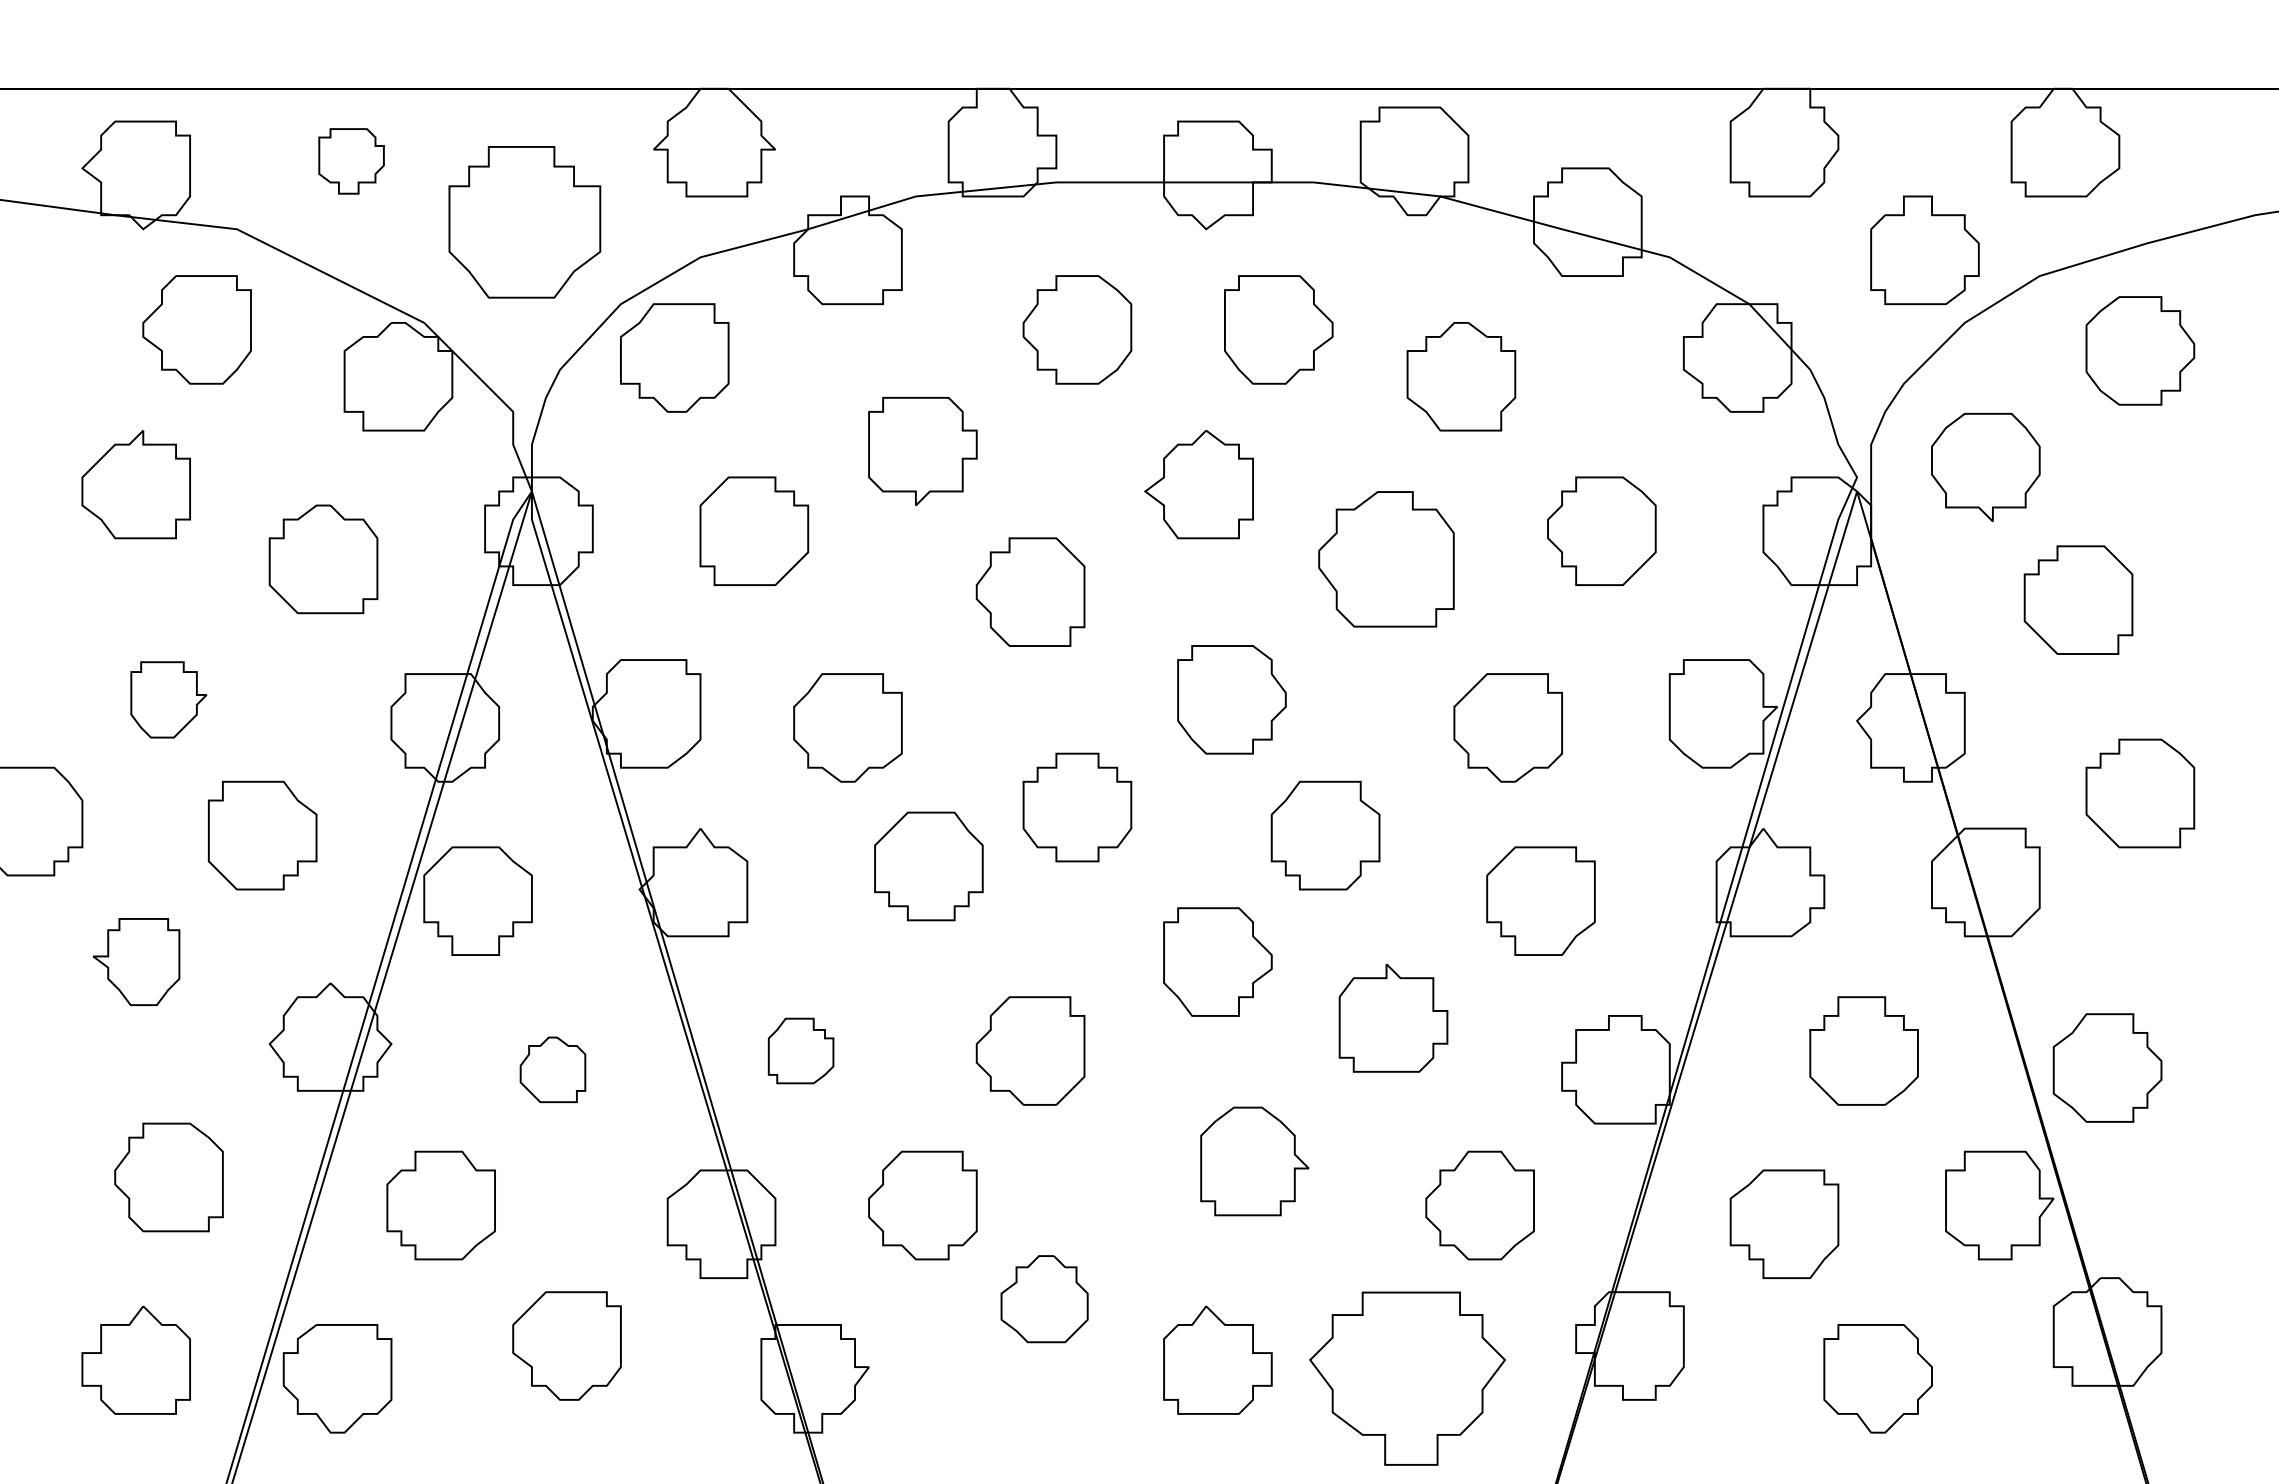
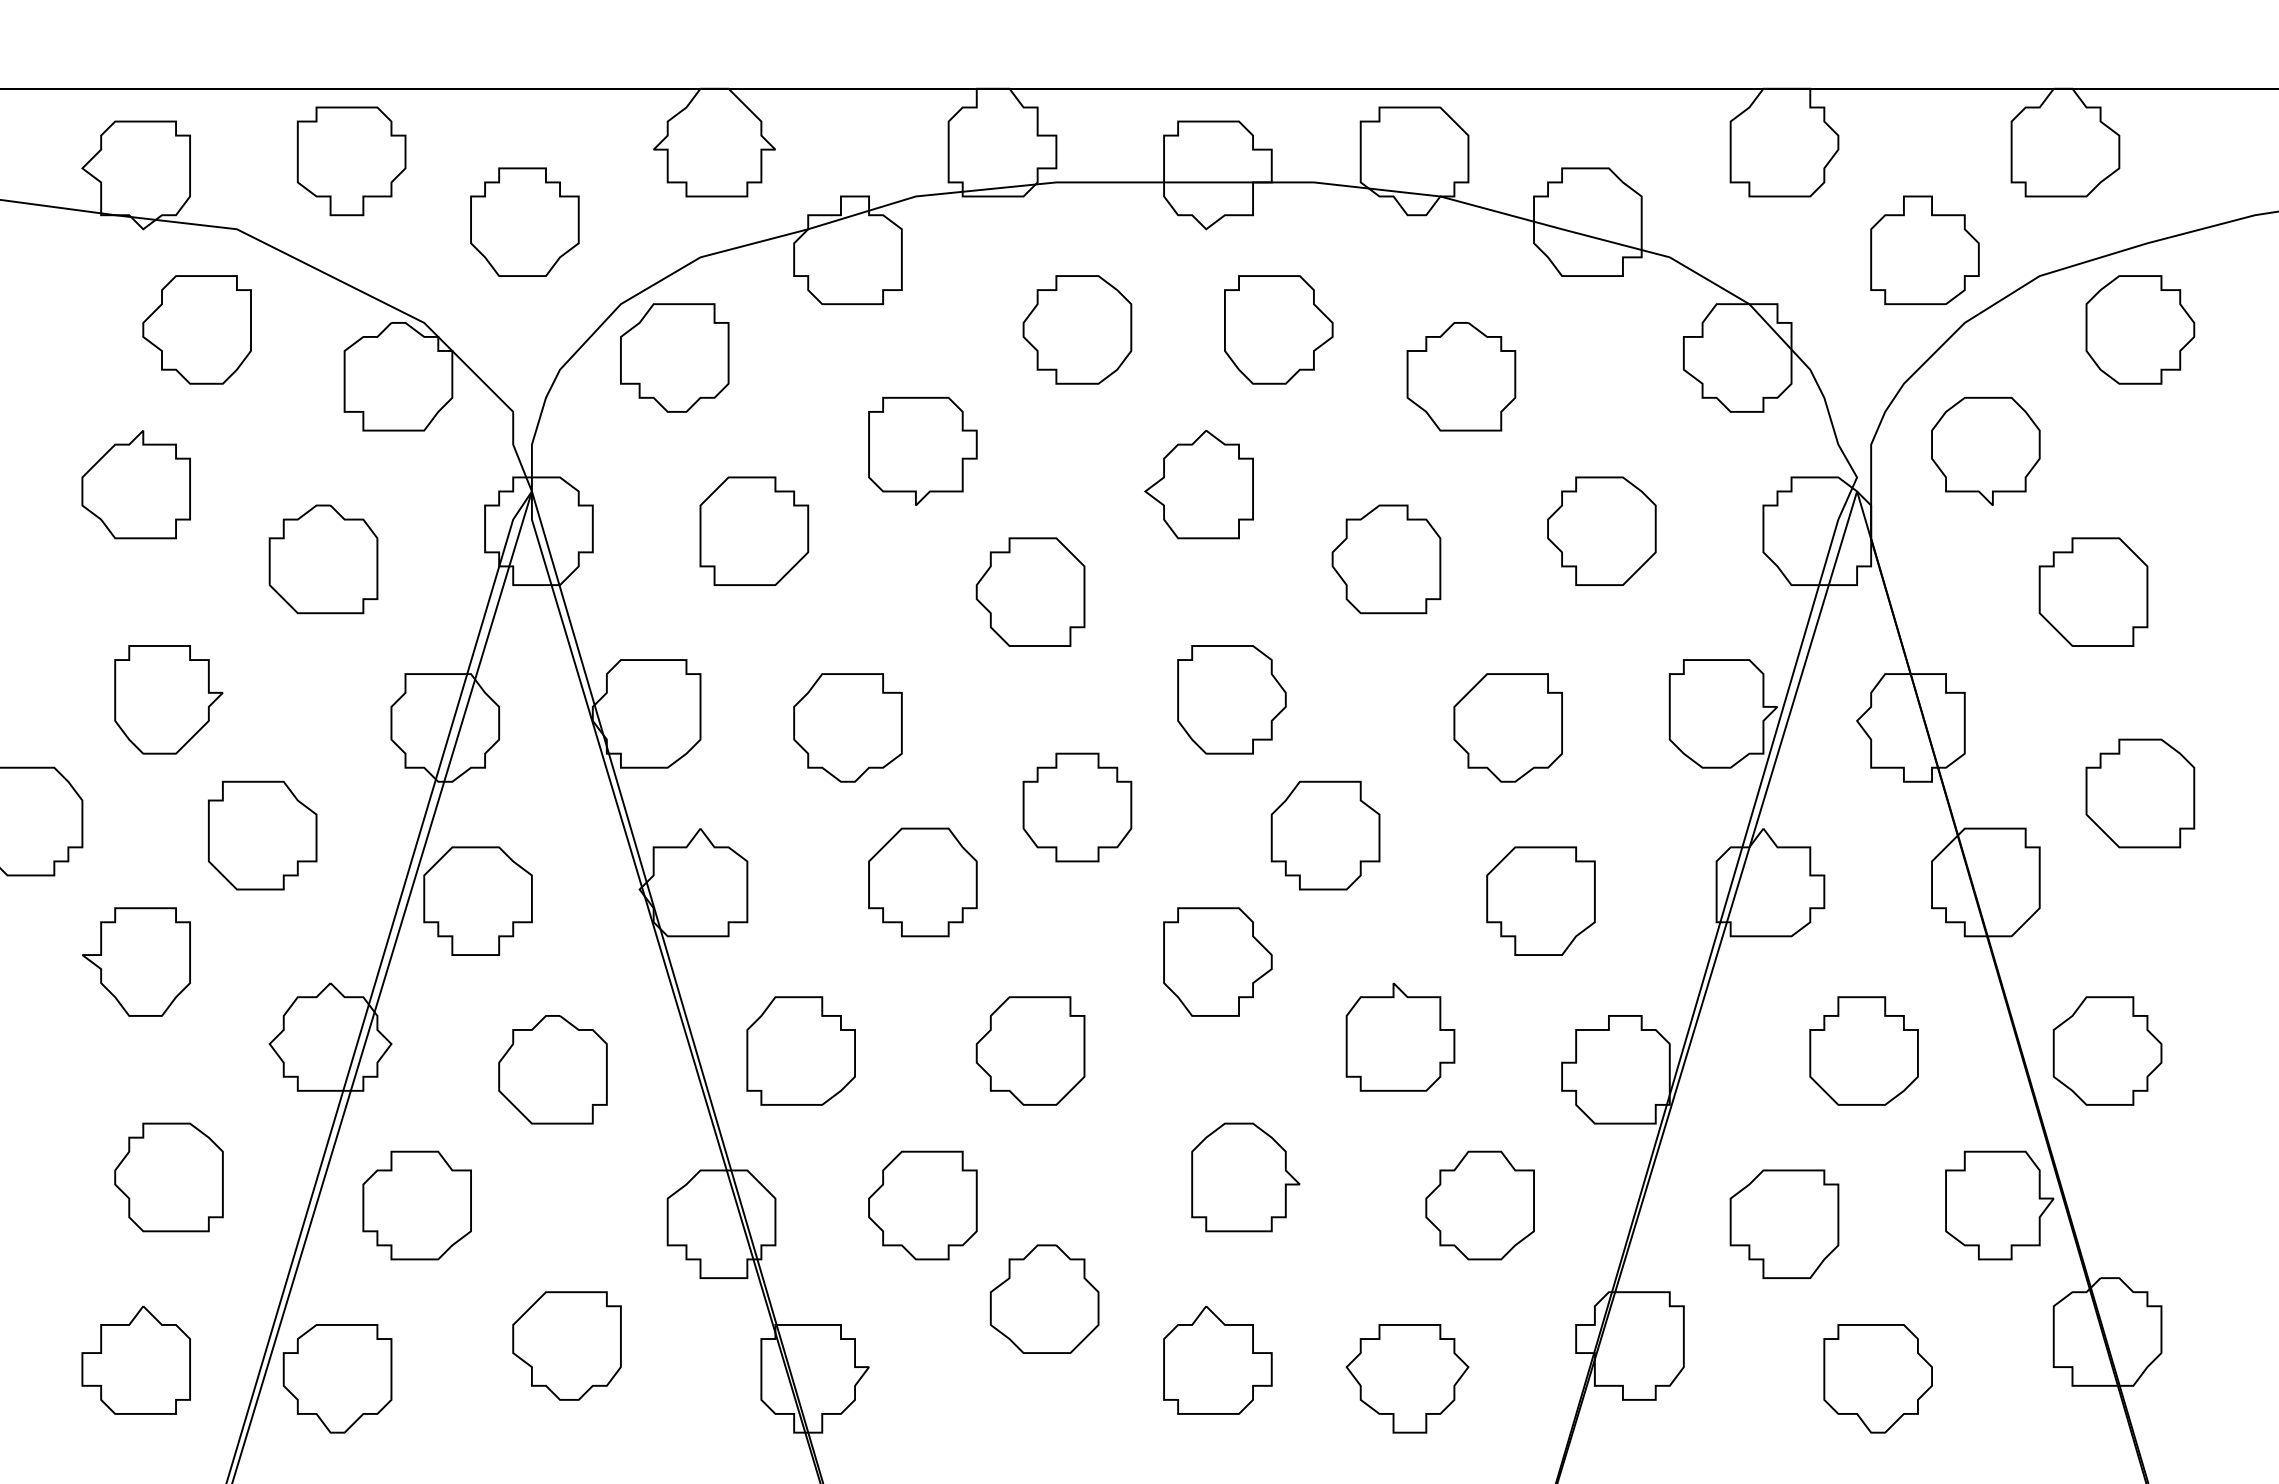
part at (351, 161) size: 67x67 px -> 111x111 px
part at (524, 222) size: 154x153 px -> 110x110 px
part at (2140, 350) position: (2140, 350) -> (2140, 329)
part at (1985, 466) position: (1985, 466) -> (1985, 450)
part at (1386, 559) size: 137x137 px -> 111x111 px
part at (2078, 599) position: (2078, 599) -> (2093, 591)
part at (168, 699) size: 78x78 px -> 110x110 px
part at (928, 866) position: (928, 866) -> (922, 882)
part at (136, 961) size: 88x88 px -> 109x110 px
part at (1393, 1017) position: (1393, 1017) -> (1400, 1036)
part at (800, 1050) size: 68x68 px -> 110x110 px
part at (2107, 1067) position: (2107, 1067) -> (2107, 1050)
part at (552, 1069) size: 68x68 px -> 110x110 px
part at (1254, 1161) position: (1254, 1161) -> (1245, 1177)
part at (440, 1205) position: (440, 1205) -> (416, 1205)
part at (1044, 1299) size: 89x89 px -> 111x110 px
part at (1407, 1378) size: 197x175 px -> 125x110 px
